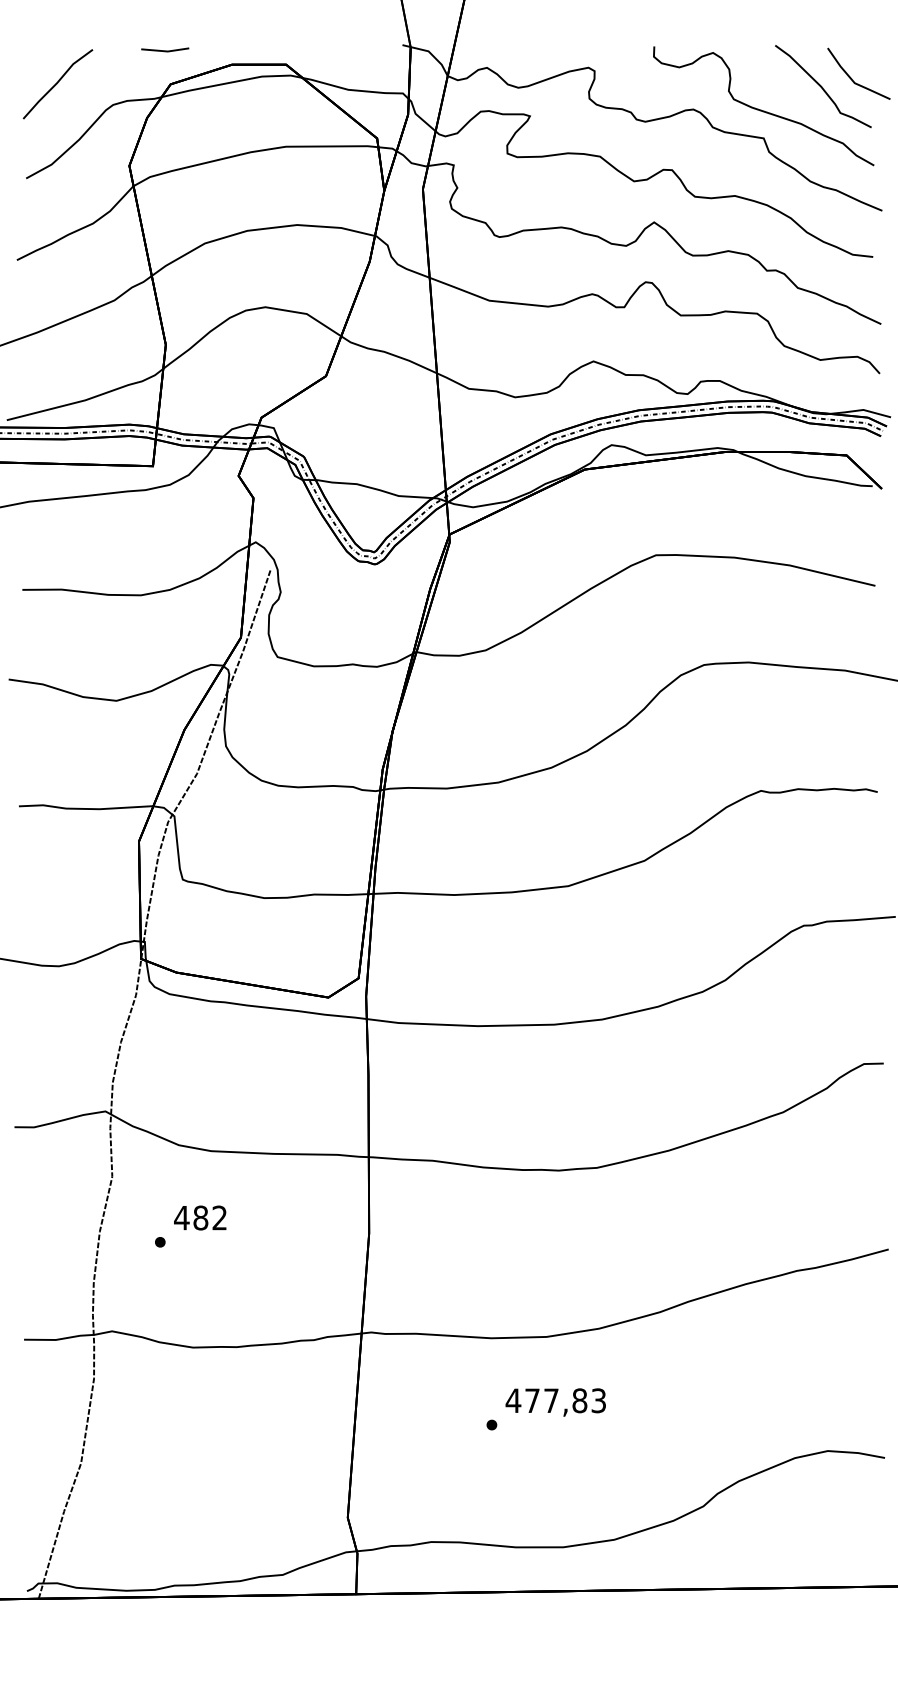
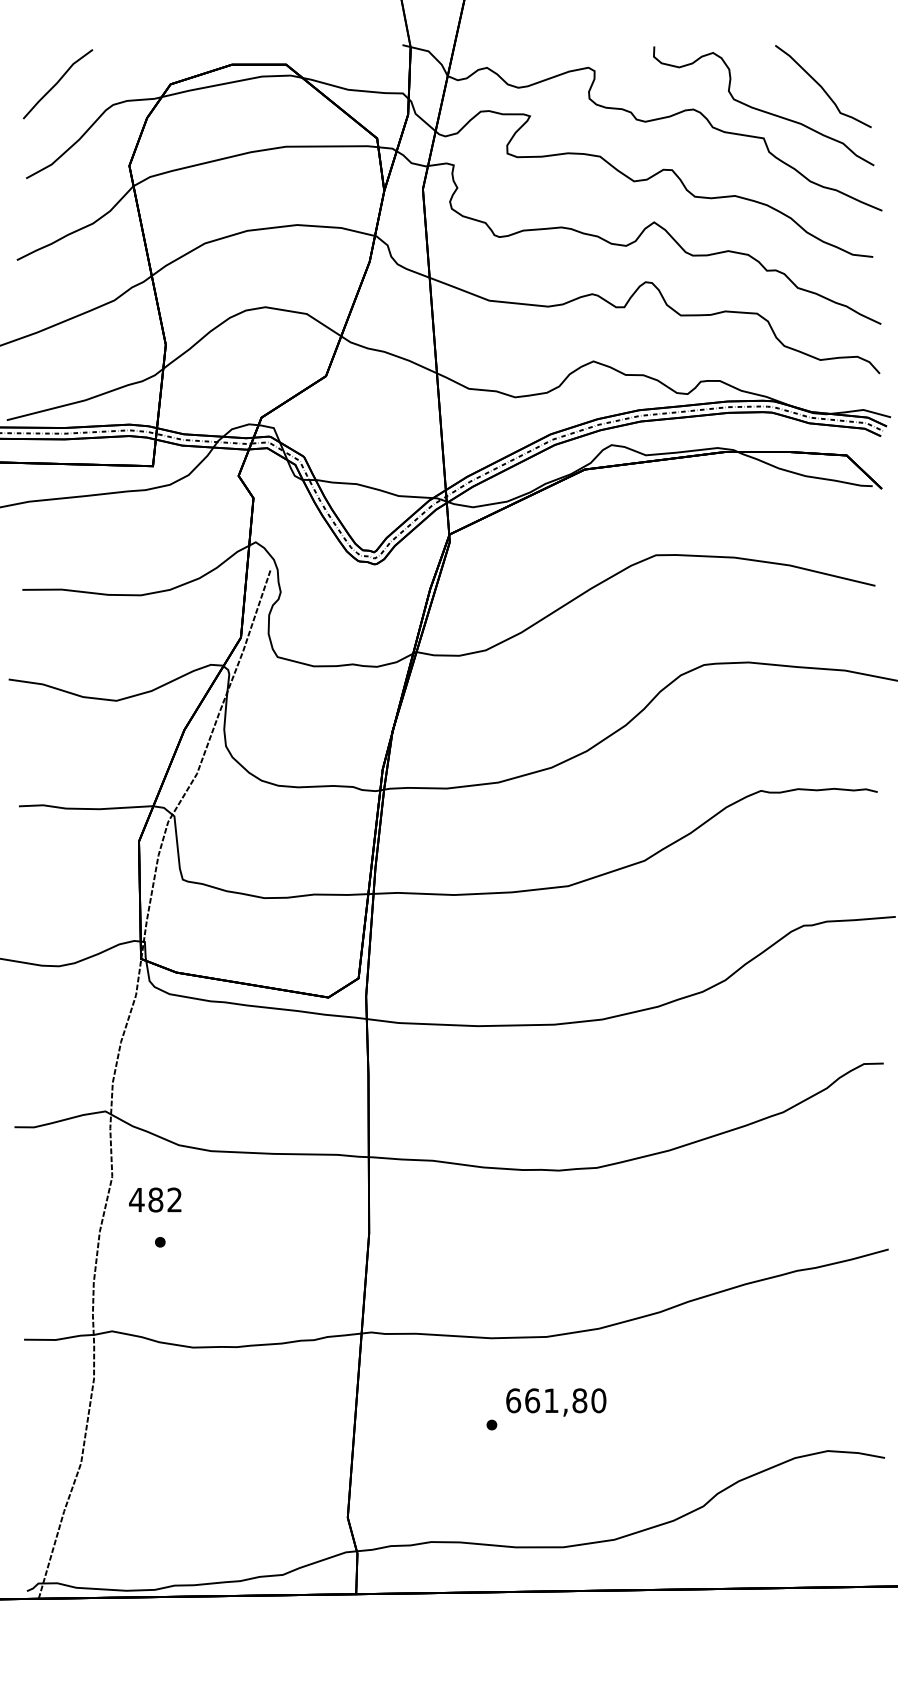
line at (165, 50): present -> none
line at (852, 78): present -> none
text at (200, 1217) position: (200, 1217) -> (155, 1199)
text at (555, 1400): 477,83 -> 661,80
